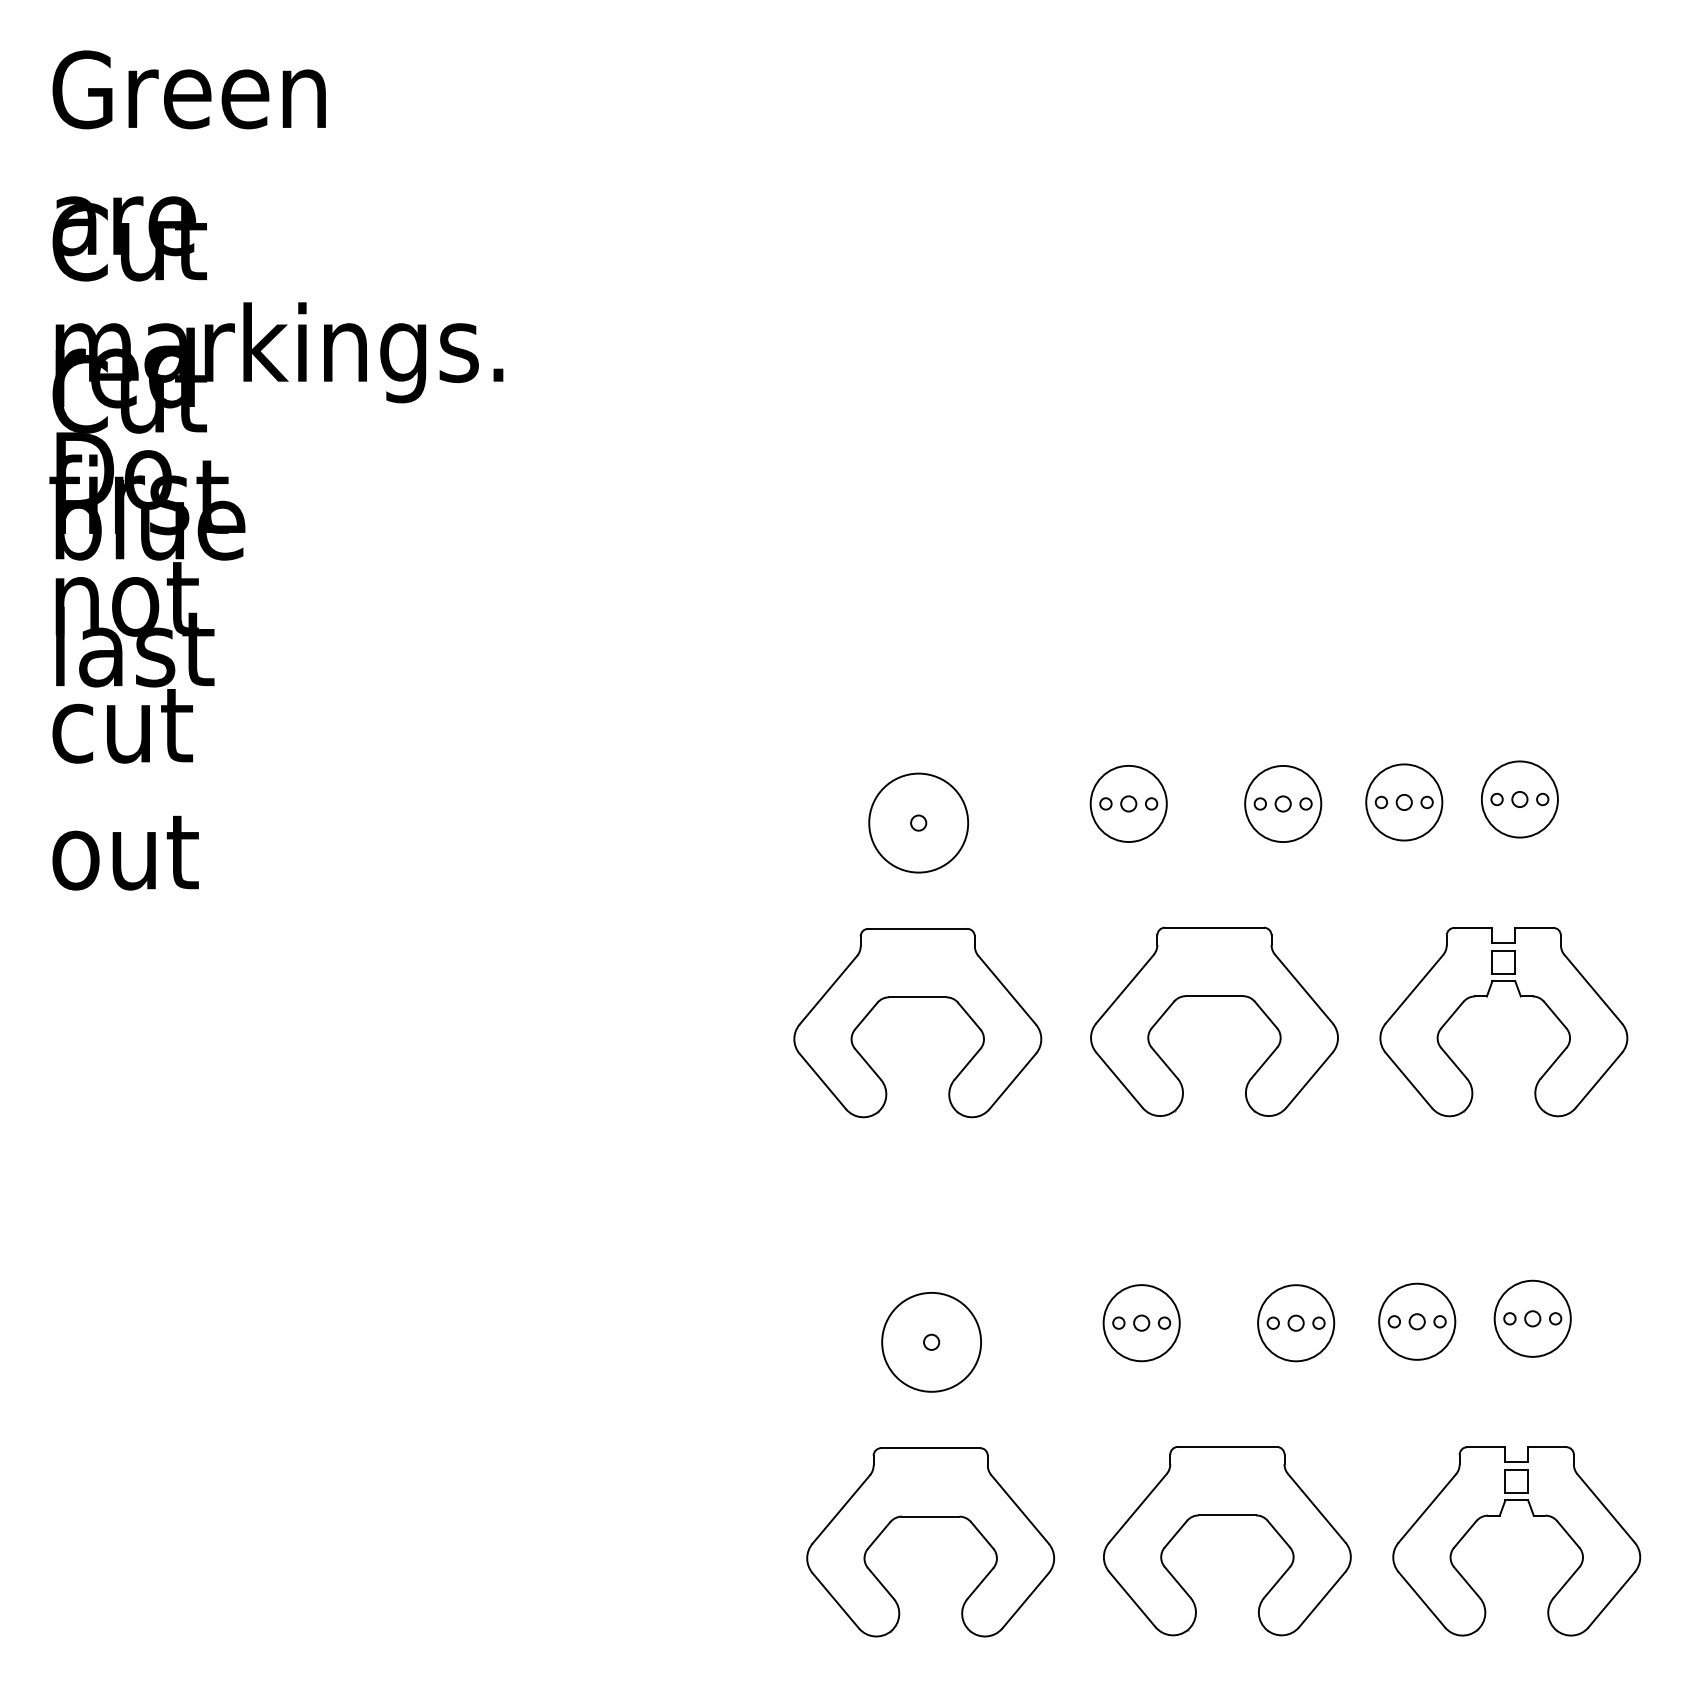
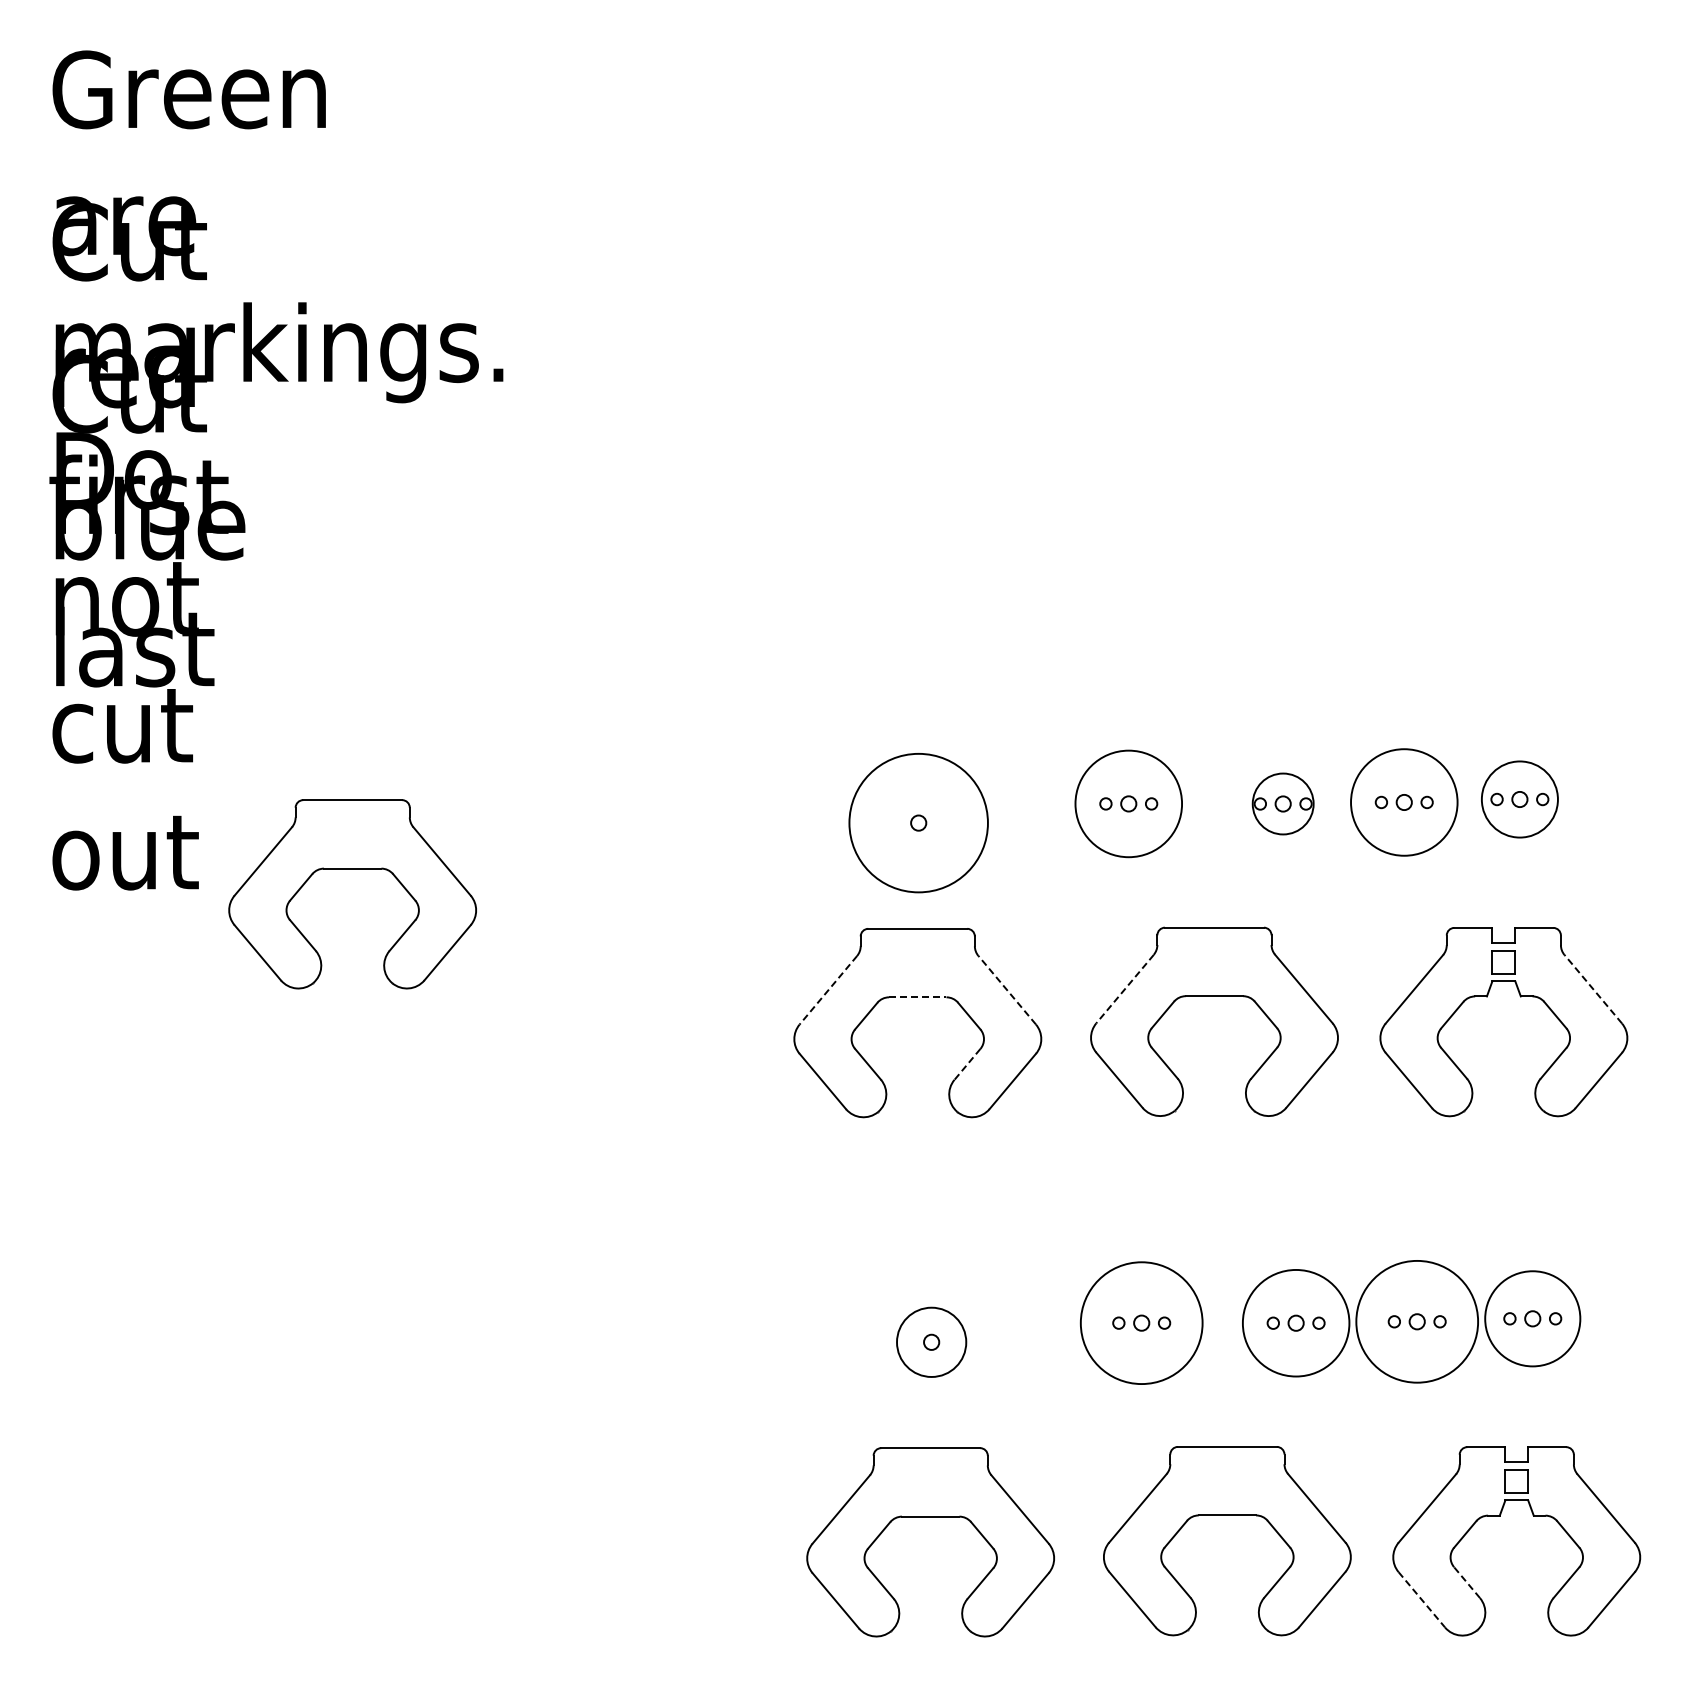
circle at (1404, 802) diameter: 76 px -> 107 px
circle at (1128, 803) diameter: 76 px -> 107 px
circle at (1283, 803) diameter: 76 px -> 61 px
circle at (918, 822) diameter: 99 px -> 139 px
part at (352, 869): none -> present
line at (1125, 989): solid -> dashed
line at (1593, 989): solid -> dashed
line at (828, 990): solid -> dashed
line at (1007, 990): solid -> dashed
line at (917, 997): solid -> dashed
line at (967, 1064): solid -> dashed
circle at (1532, 1318) diameter: 76 px -> 95 px
circle at (1417, 1321) diameter: 76 px -> 122 px
circle at (1141, 1323) diameter: 76 px -> 122 px
circle at (1296, 1323) diameter: 76 px -> 107 px
circle at (931, 1341) diameter: 99 px -> 69 px
line at (1466, 1582): solid -> dashed
line at (1422, 1600): solid -> dashed
